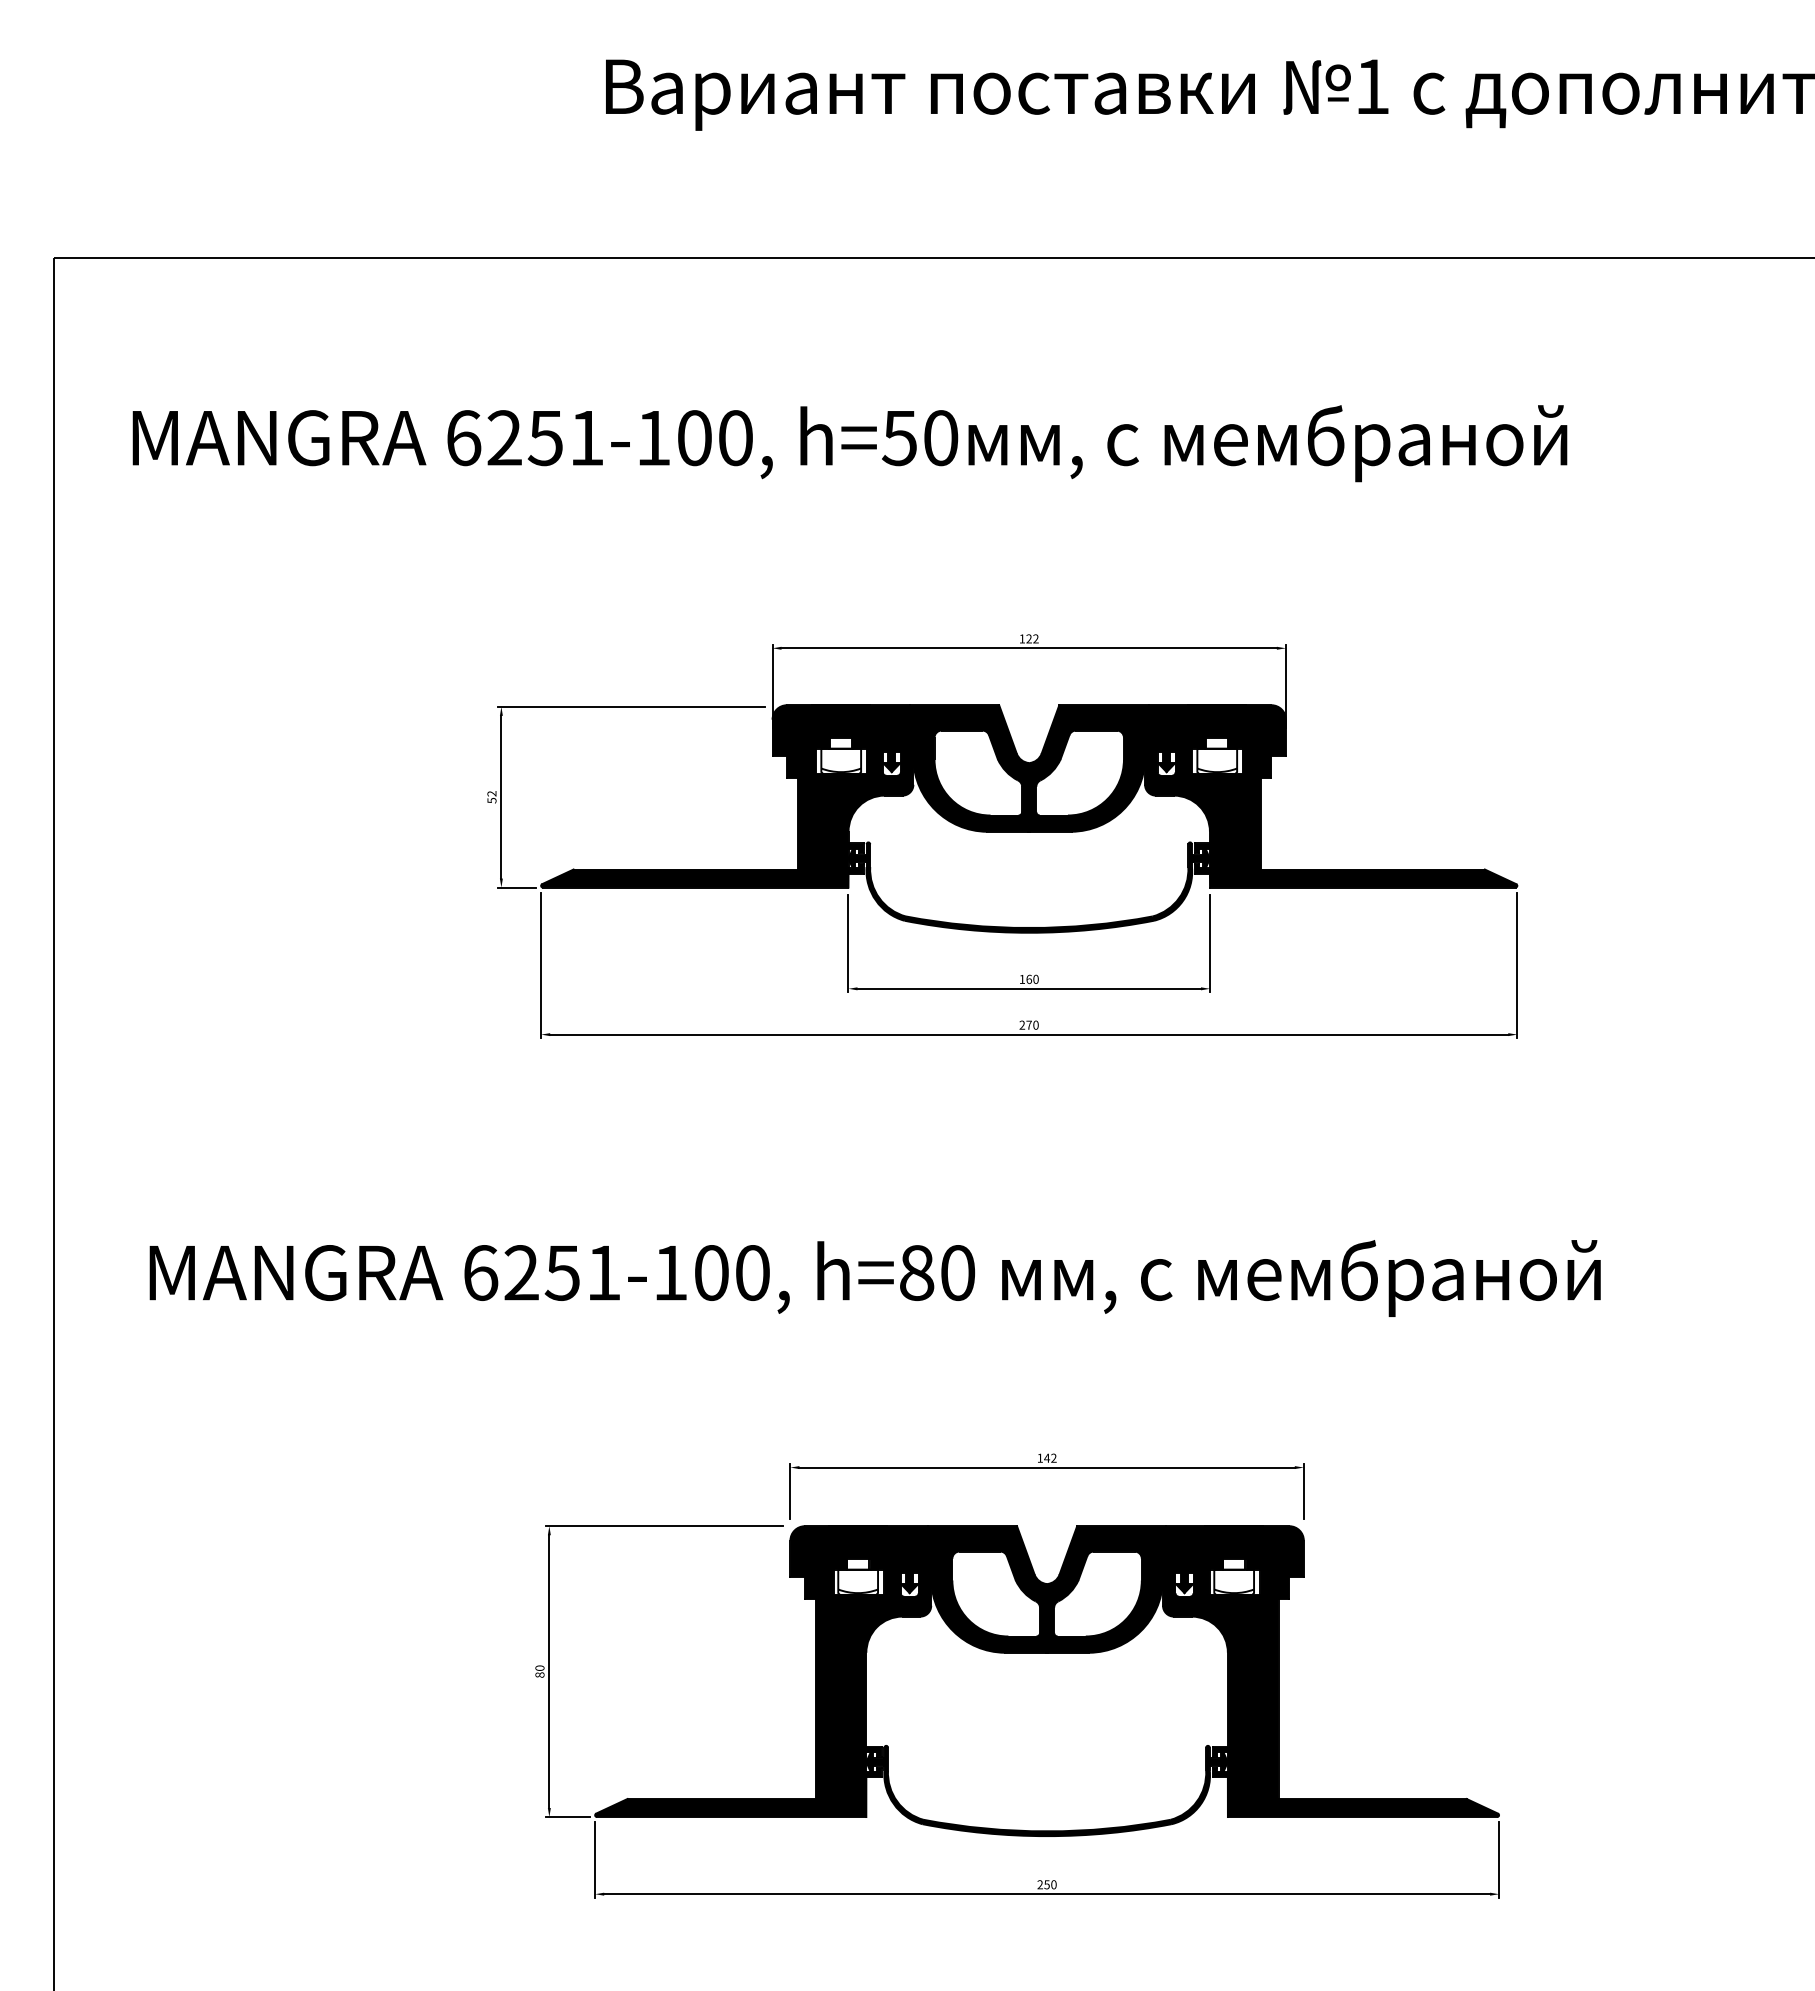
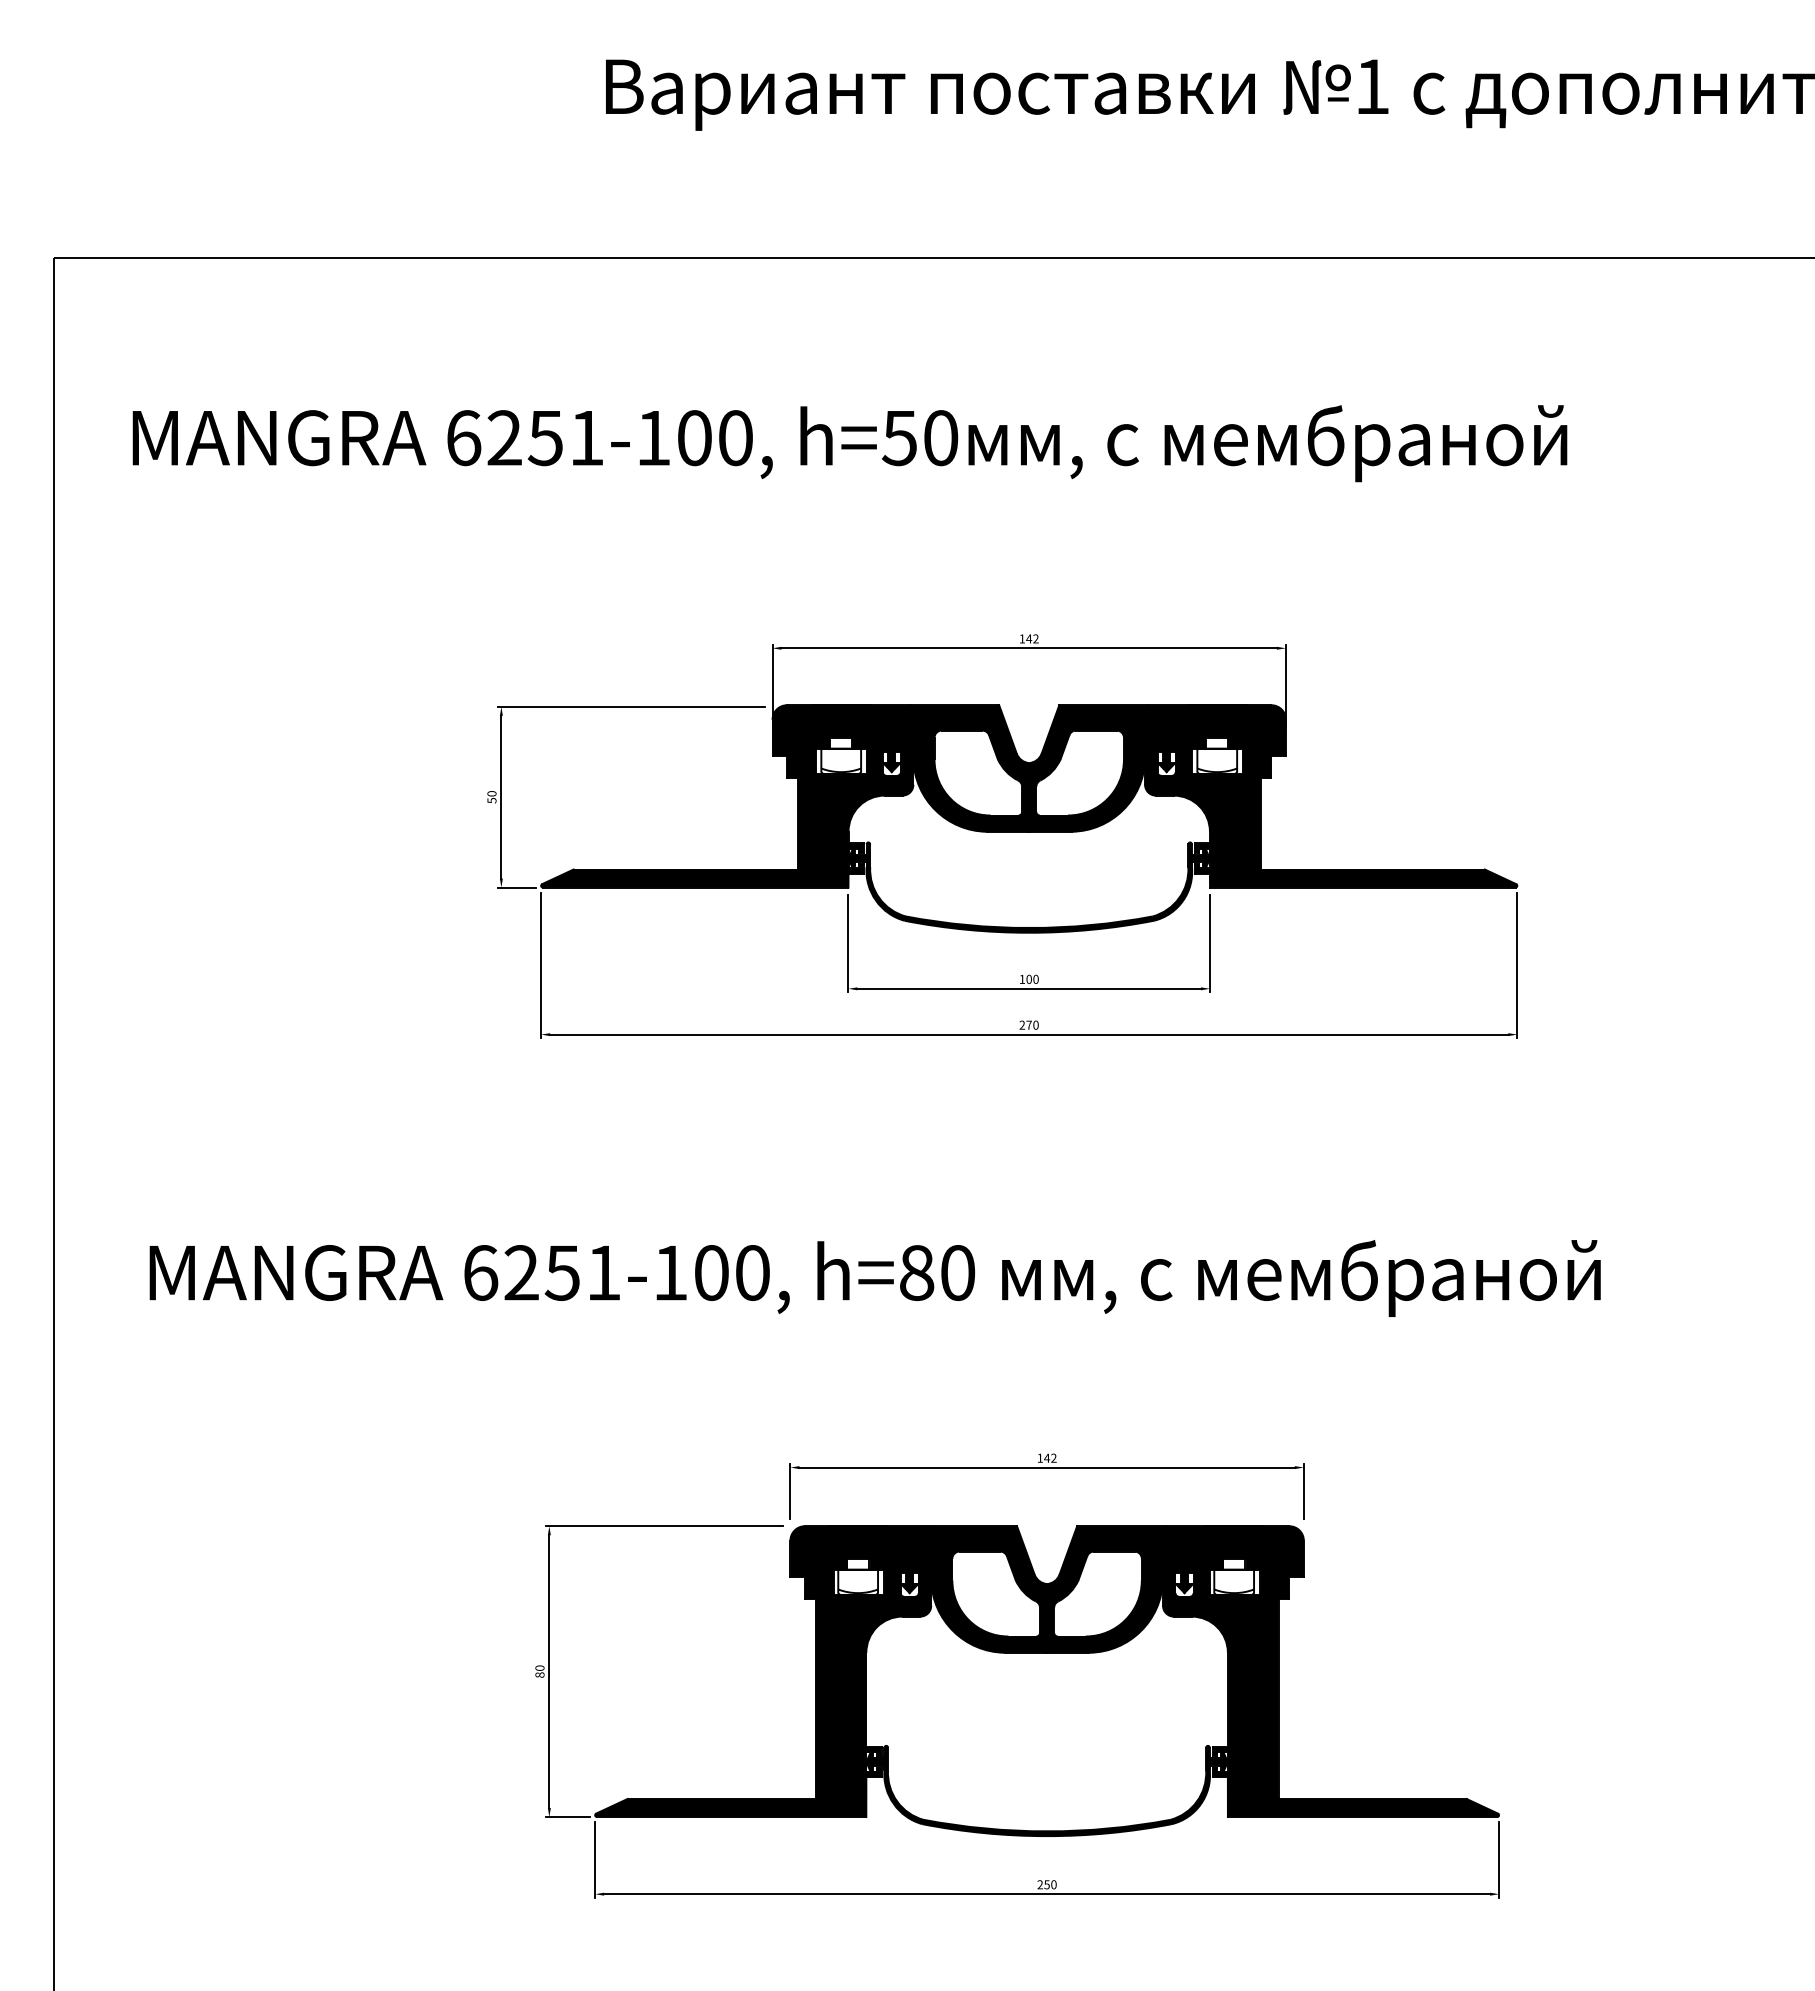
text at (1029, 638): 122 -> 142
text at (491, 793): 52 -> 50
text at (1029, 978): 160 -> 100
